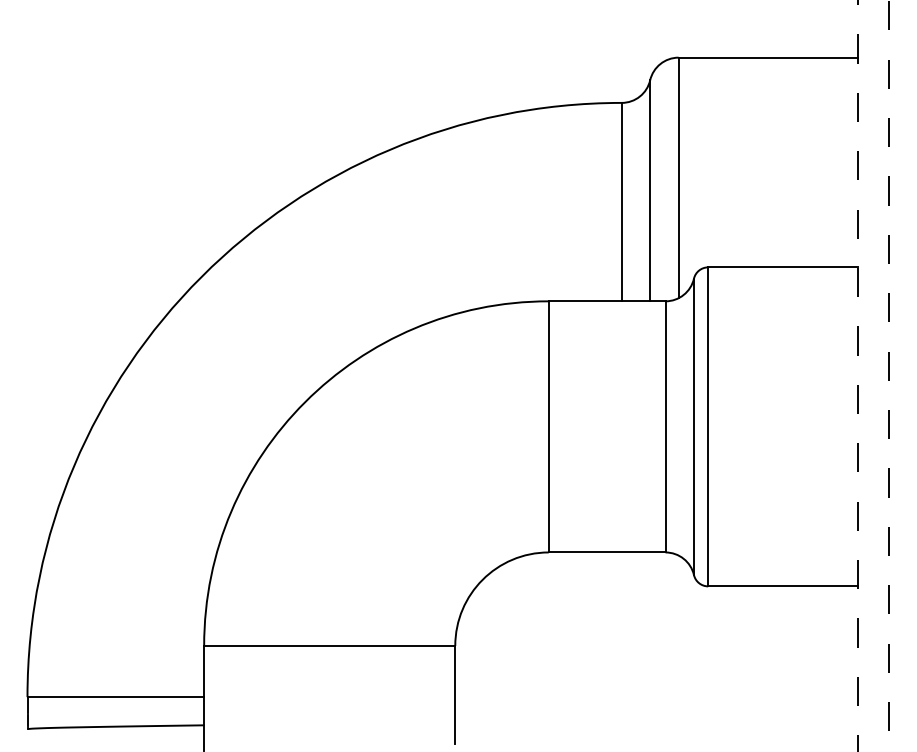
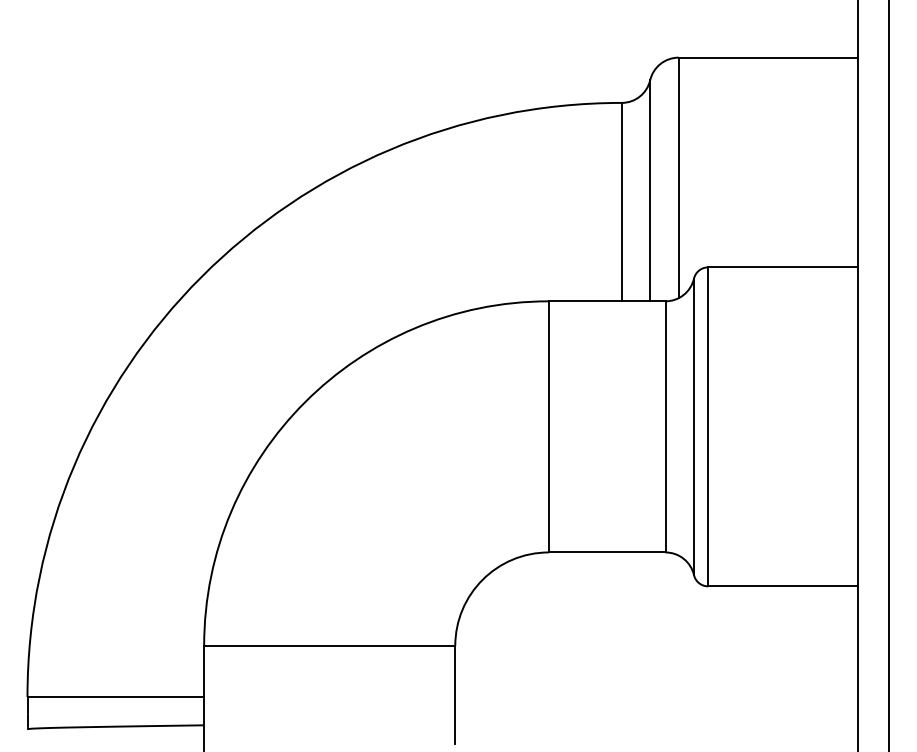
line at (858, 375): dashed -> solid
line at (889, 375): dashed -> solid
